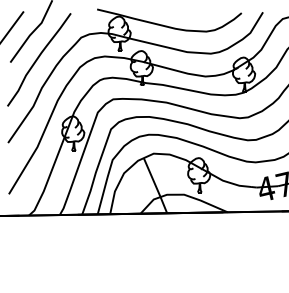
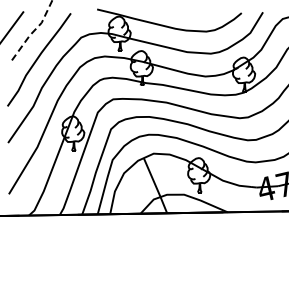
line at (33, 32): solid -> dashed
